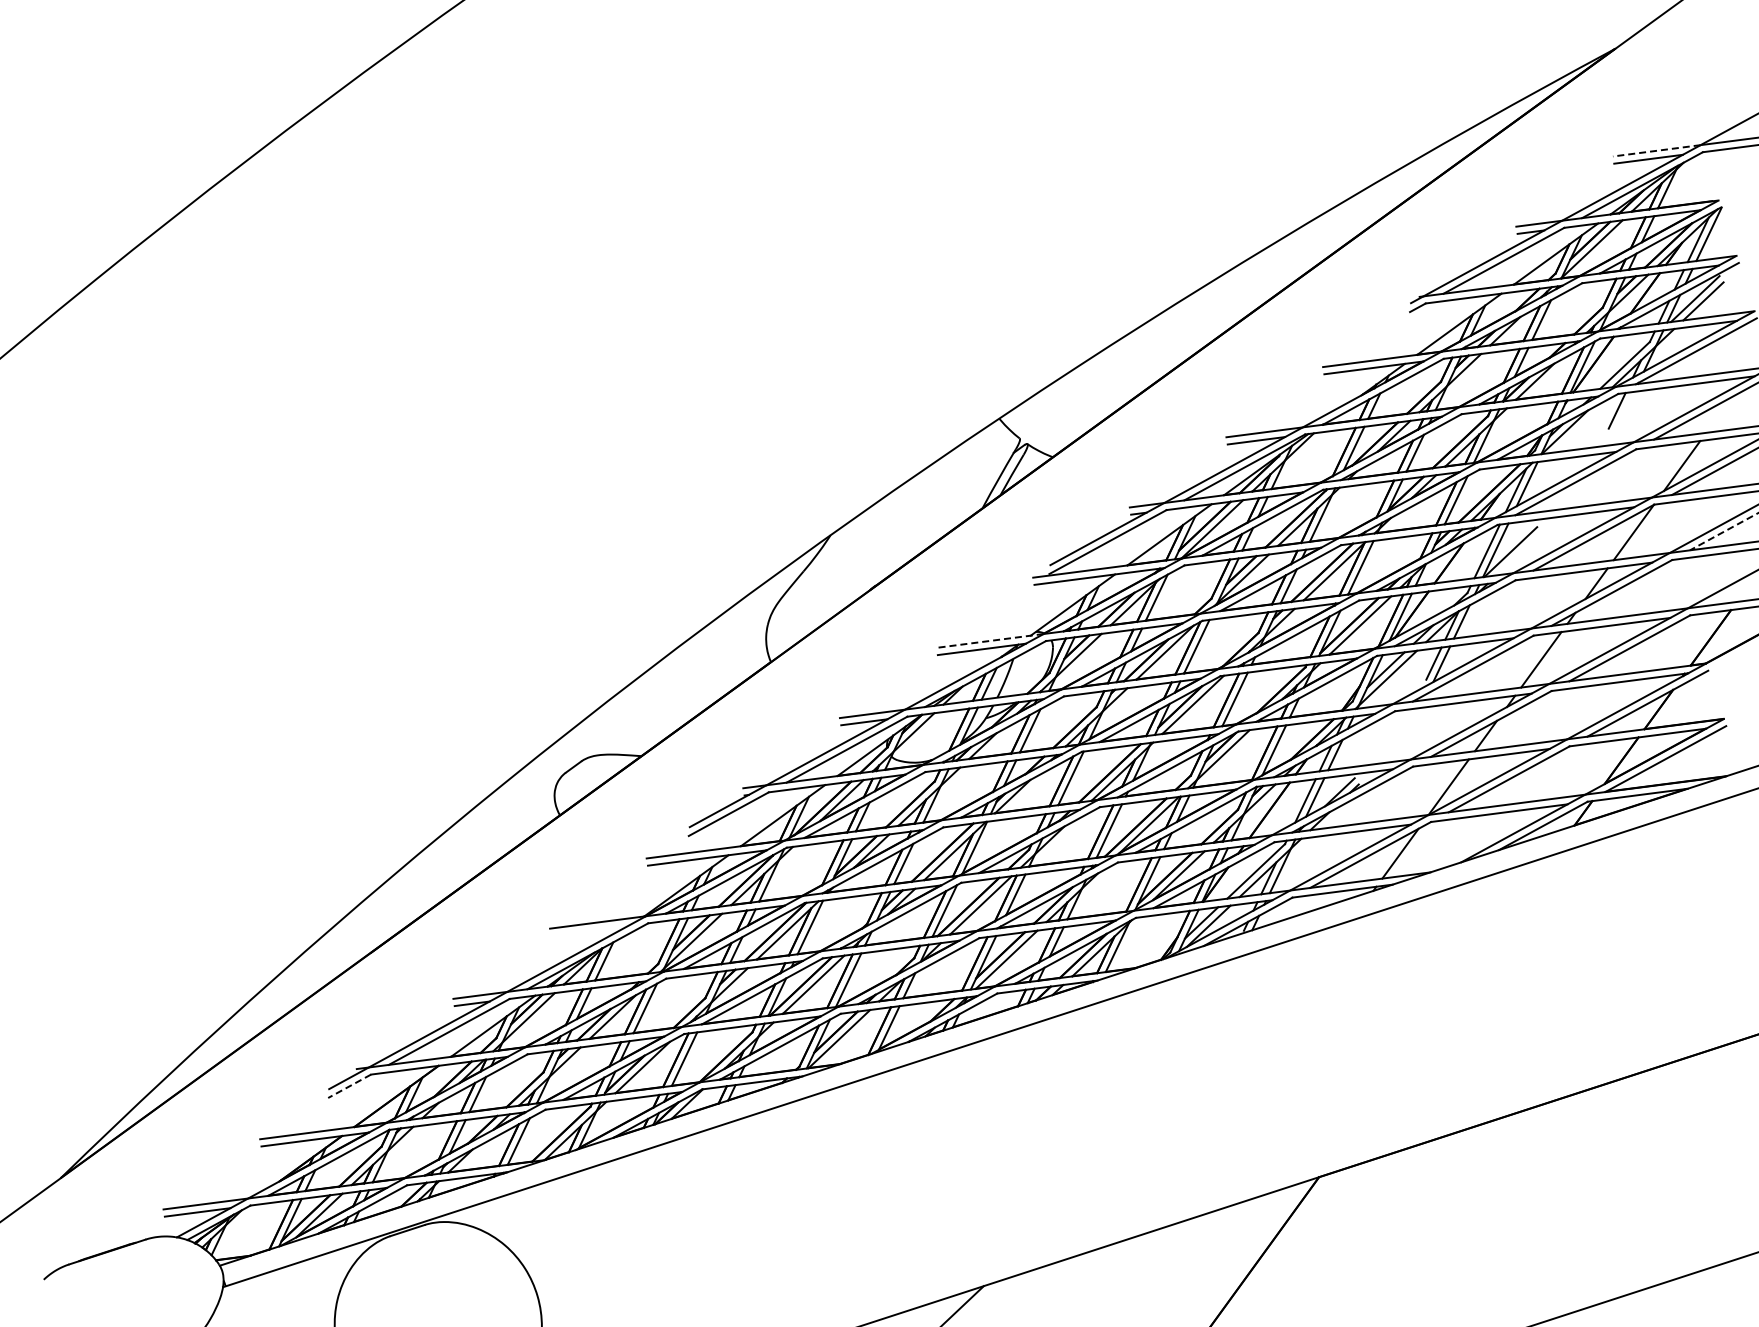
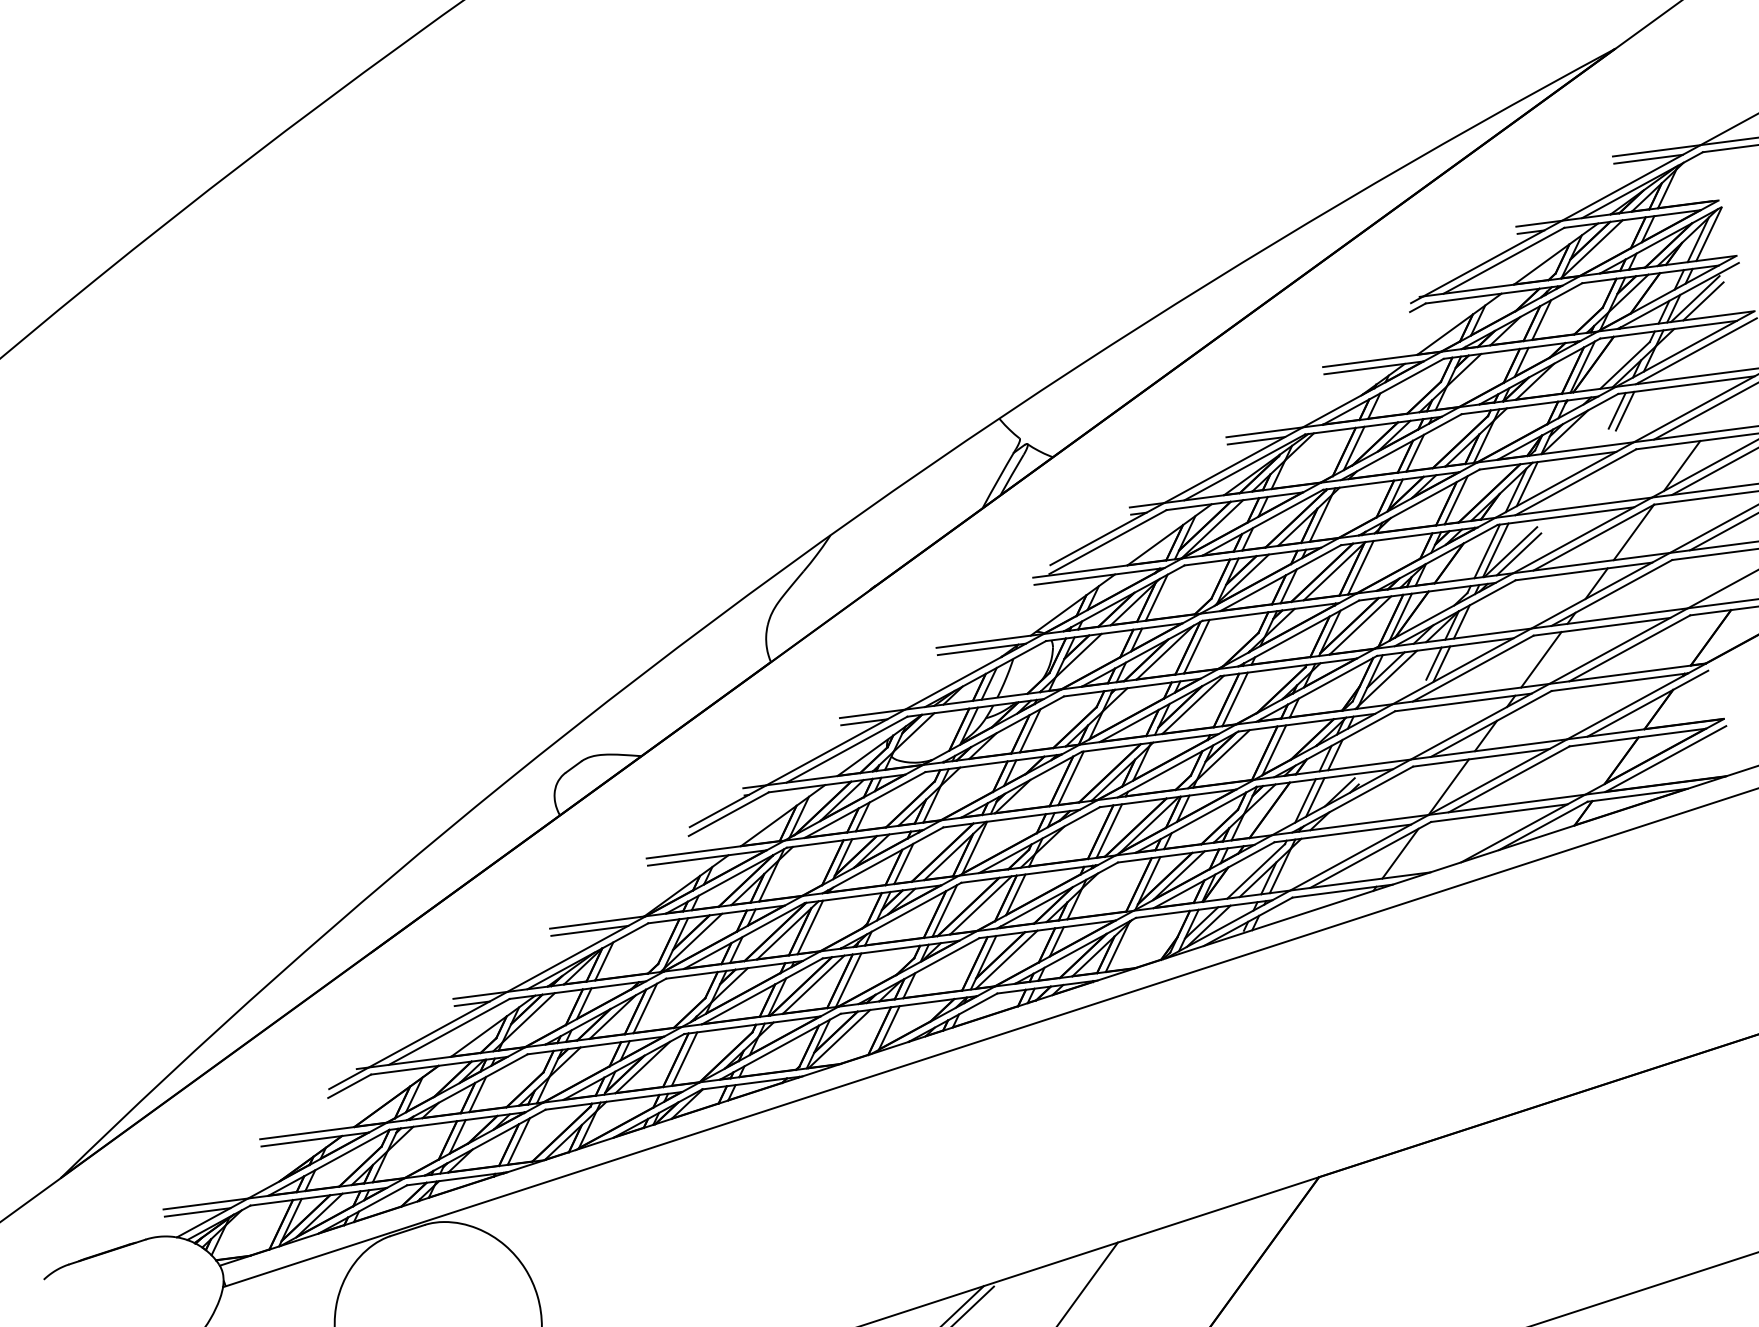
line at (1656, 150): dashed -> solid
line at (1624, 410): none -> present
line at (1724, 531): dashed -> solid
line at (1518, 554): none -> present
line at (989, 641): dashed -> solid
line at (589, 930): none -> present
line at (349, 1086): dashed -> solid
line at (1088, 1282): none -> present
line at (973, 1304): none -> present
